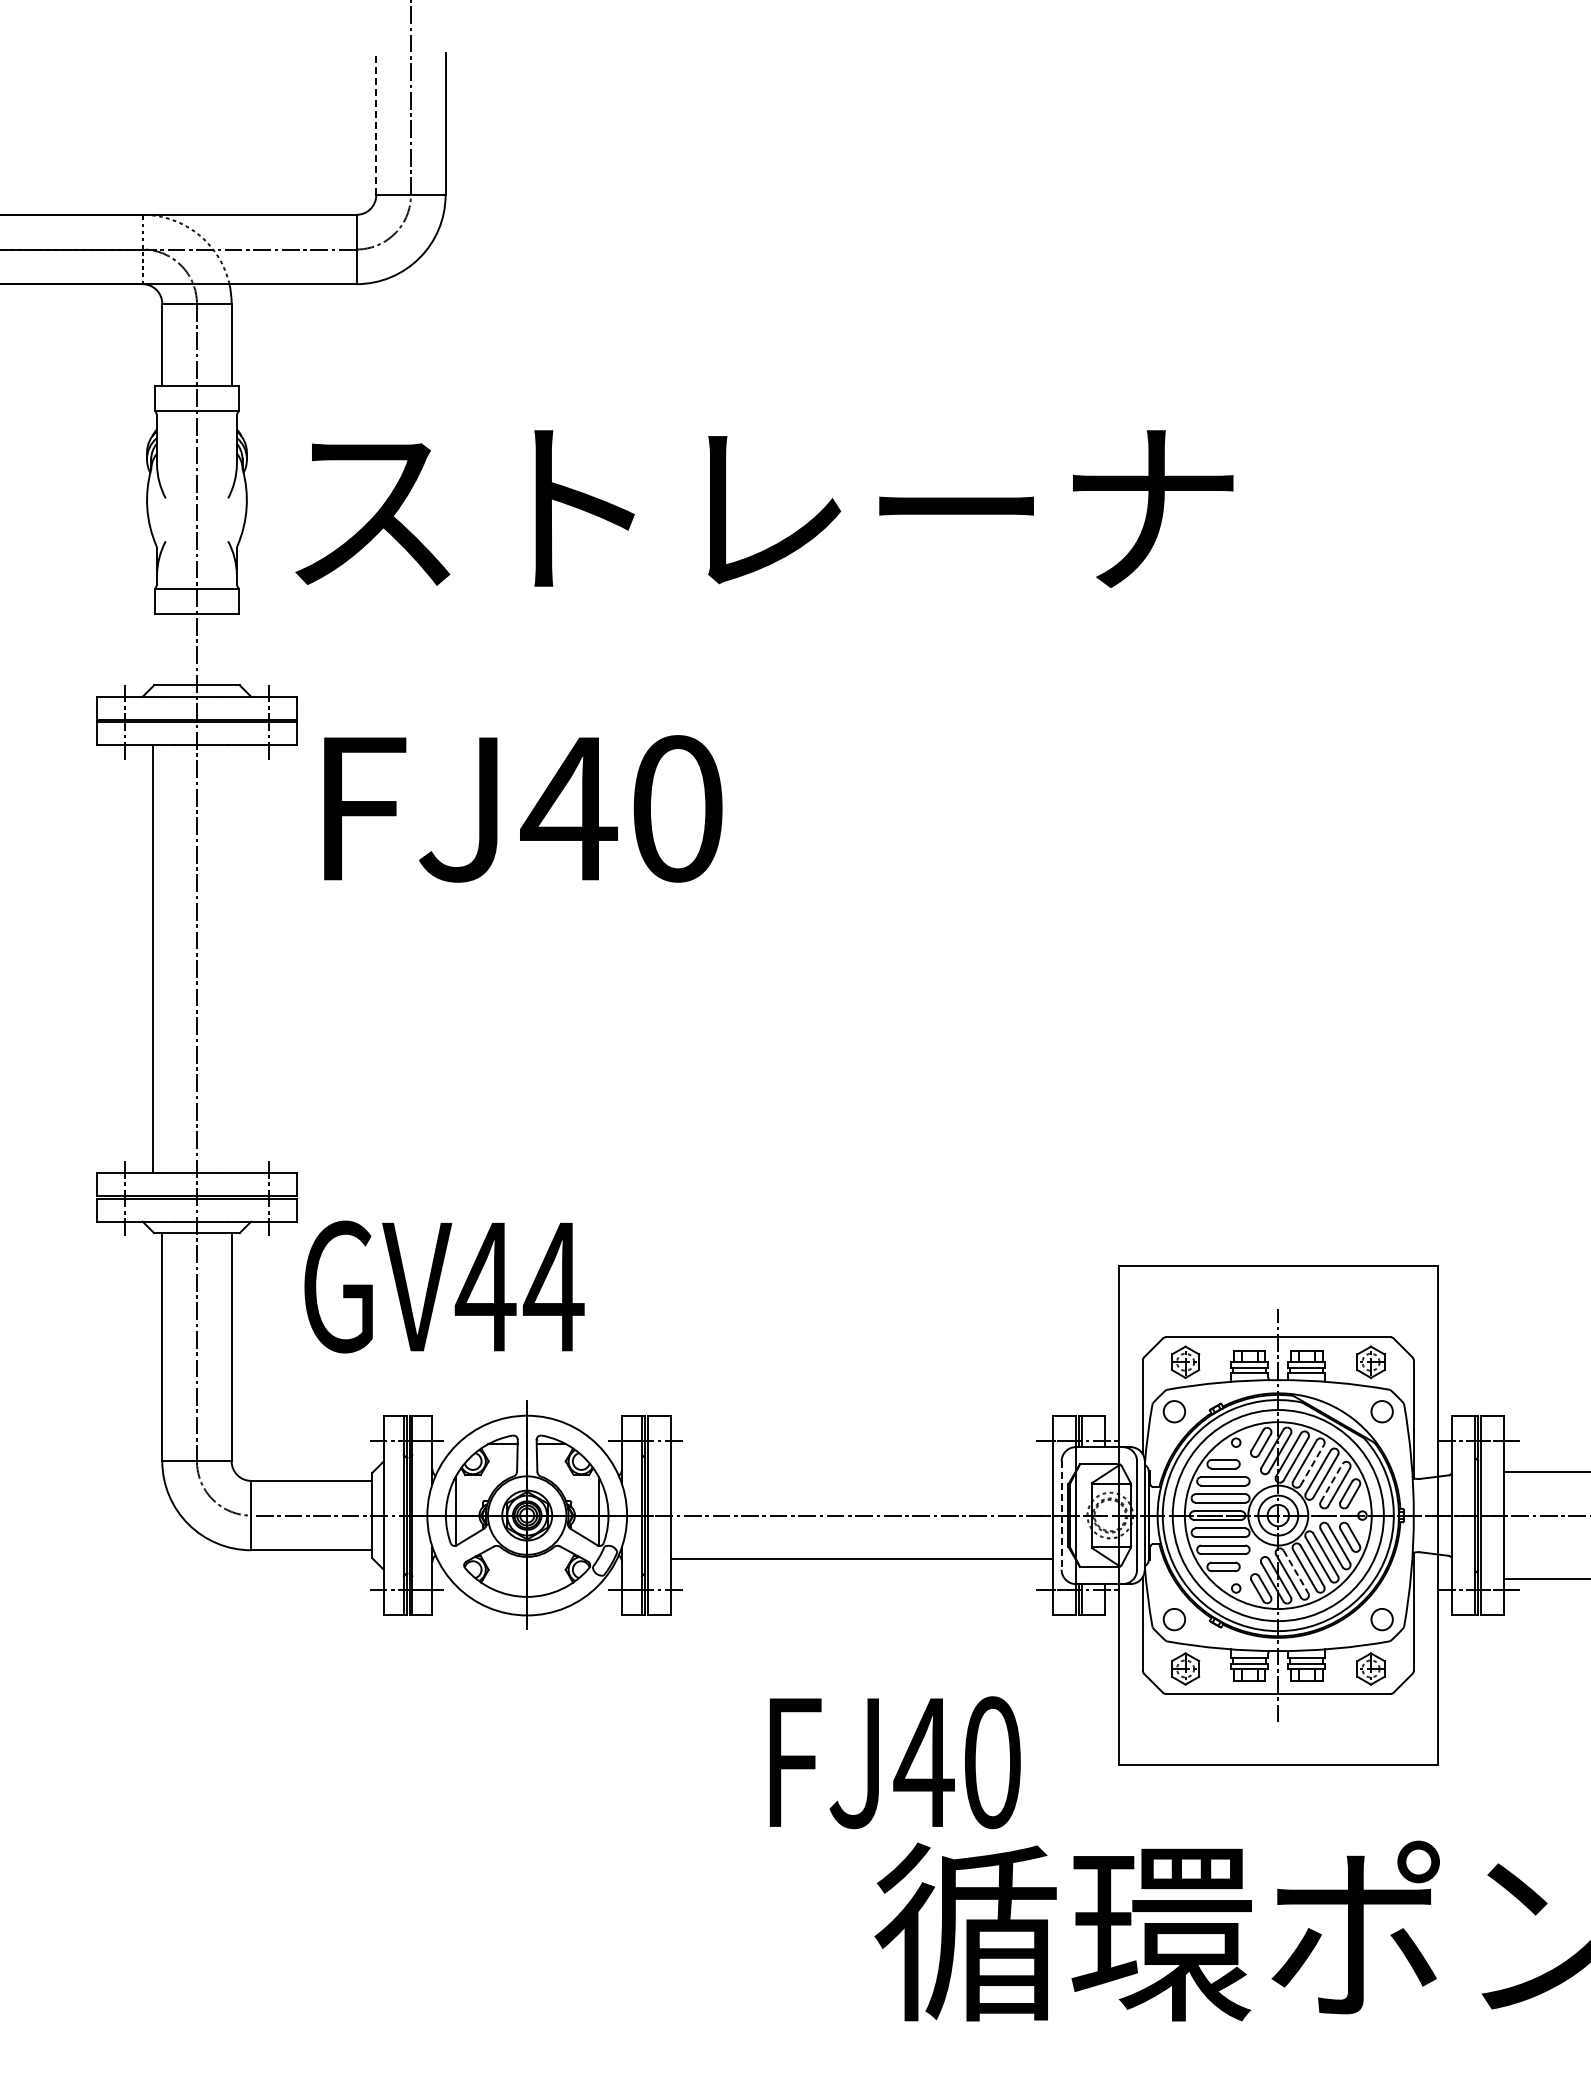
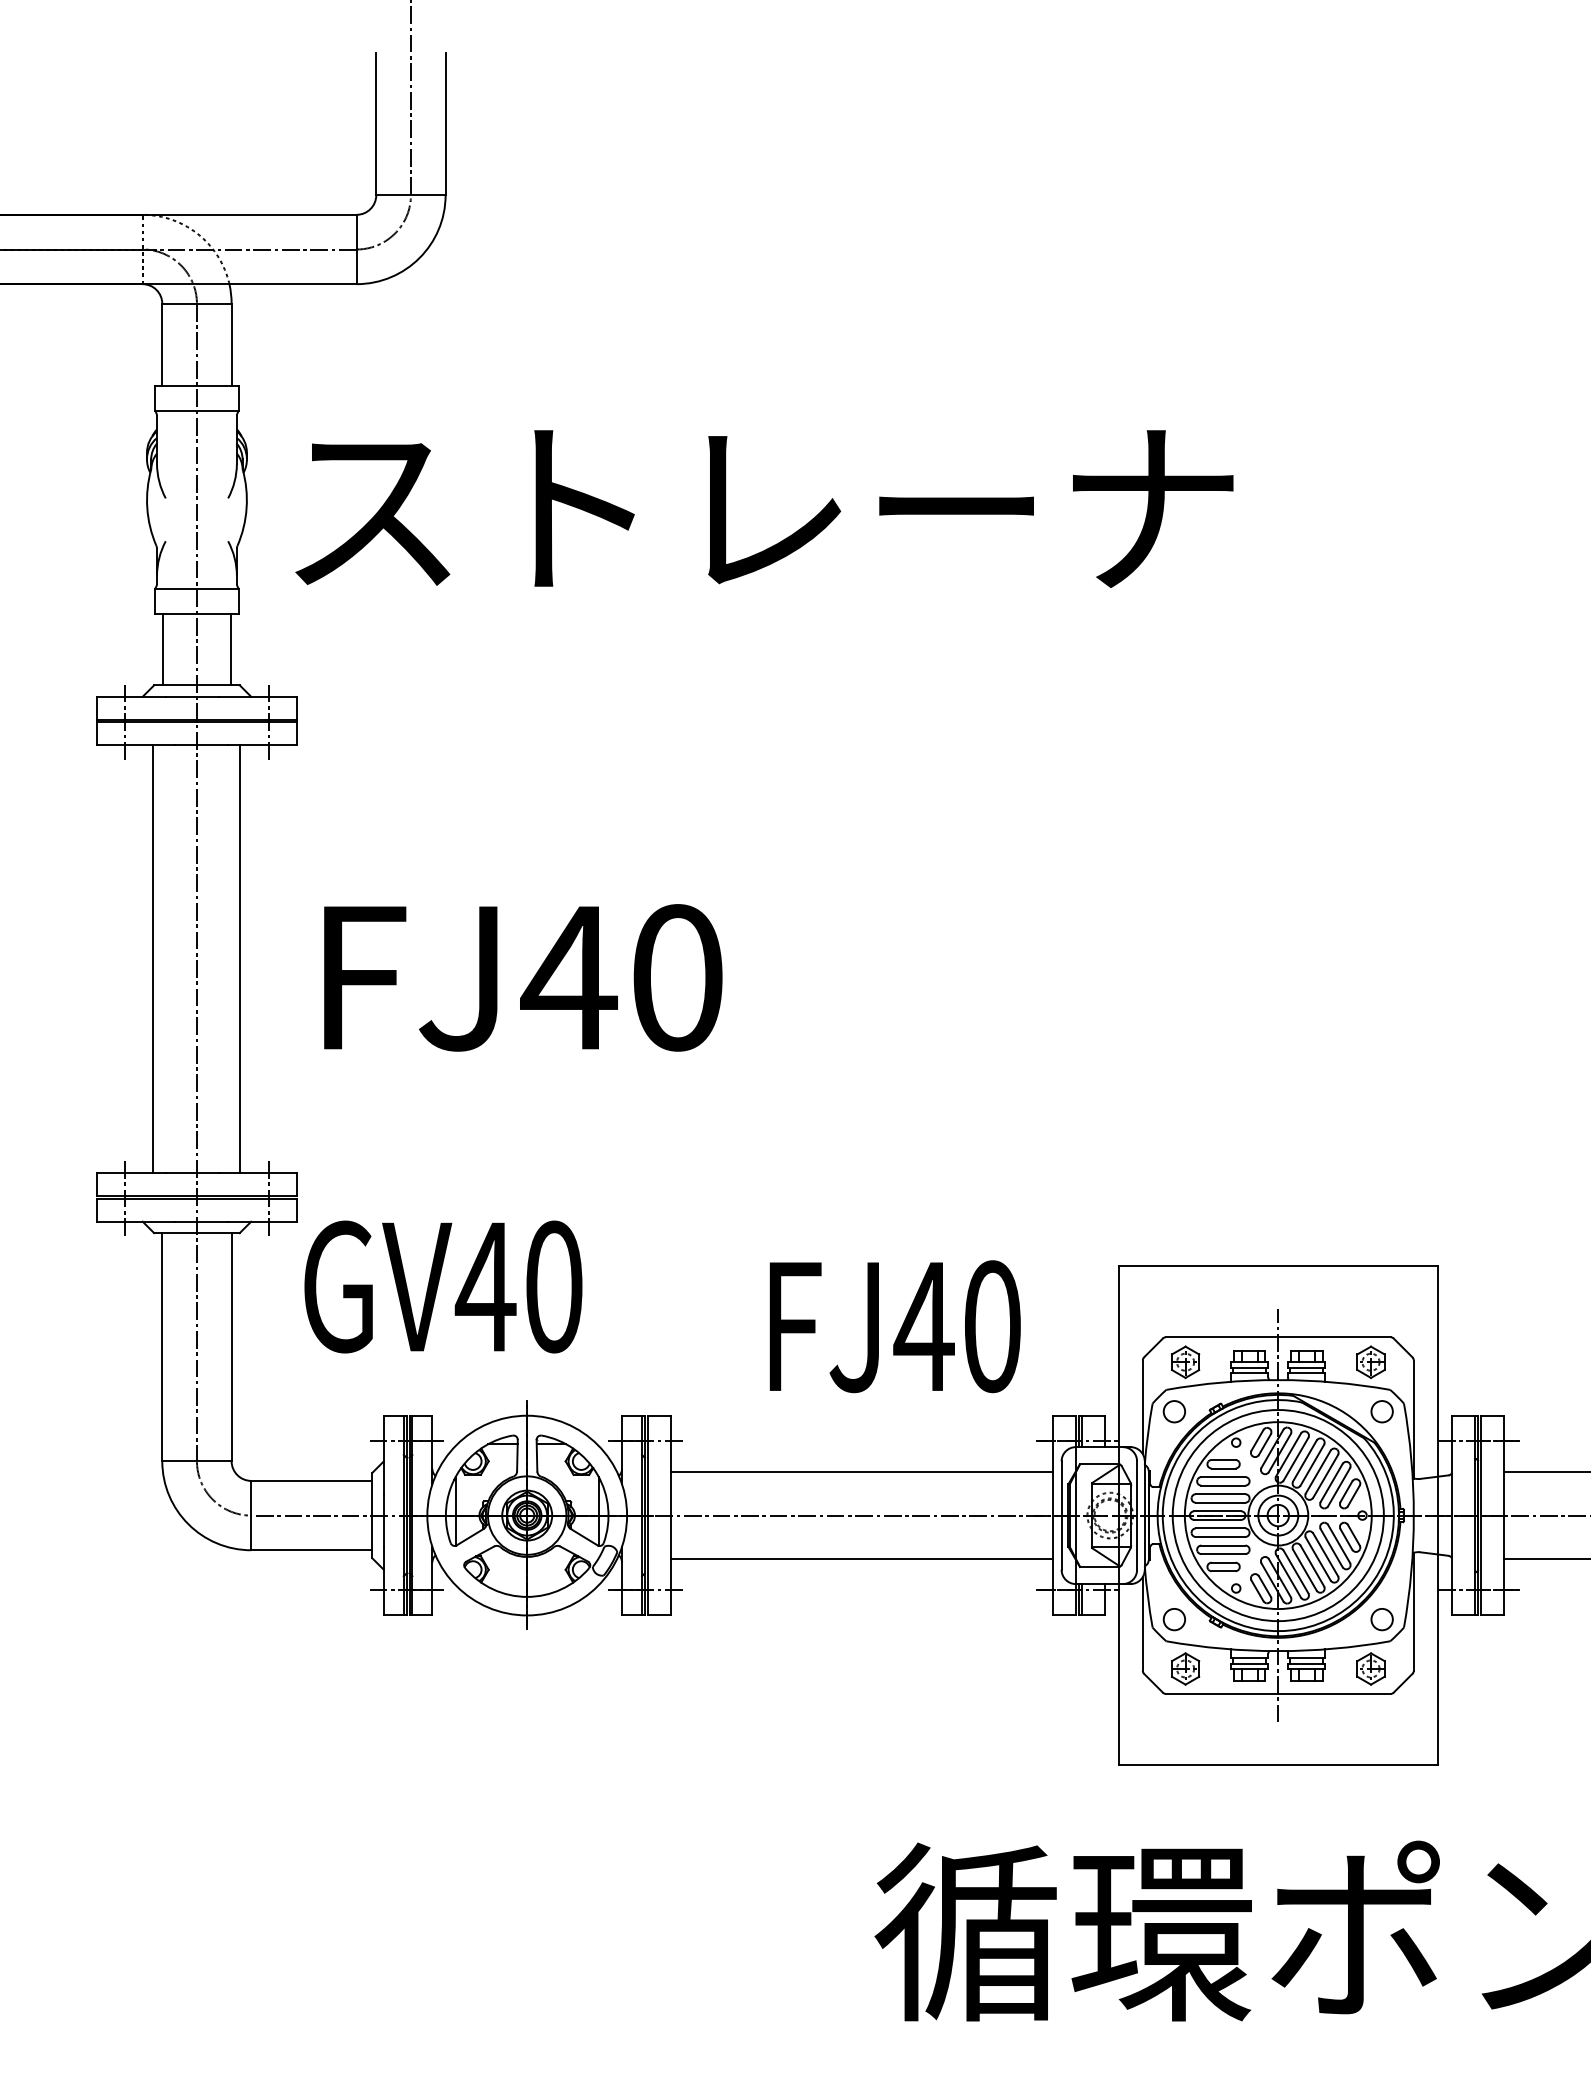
line at (376, 123): dashed -> solid
line at (162, 649): none -> present
line at (231, 649): none -> present
text at (523, 808) position: (523, 808) -> (523, 977)
line at (240, 959): none -> present
text at (553, 1286): GV44 -> GV40
line at (1312, 1465): dashed -> solid
line at (861, 1472): none -> present
line at (1331, 1483): dashed -> solid
line at (1061, 1516): dashed -> solid
line at (1296, 1571): dashed -> solid
line at (1545, 1579) position: (1545, 1579) -> (1545, 1559)
text at (894, 1762) position: (894, 1762) -> (894, 1326)
